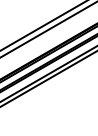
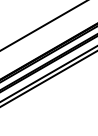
line at (48, 29): present -> none
